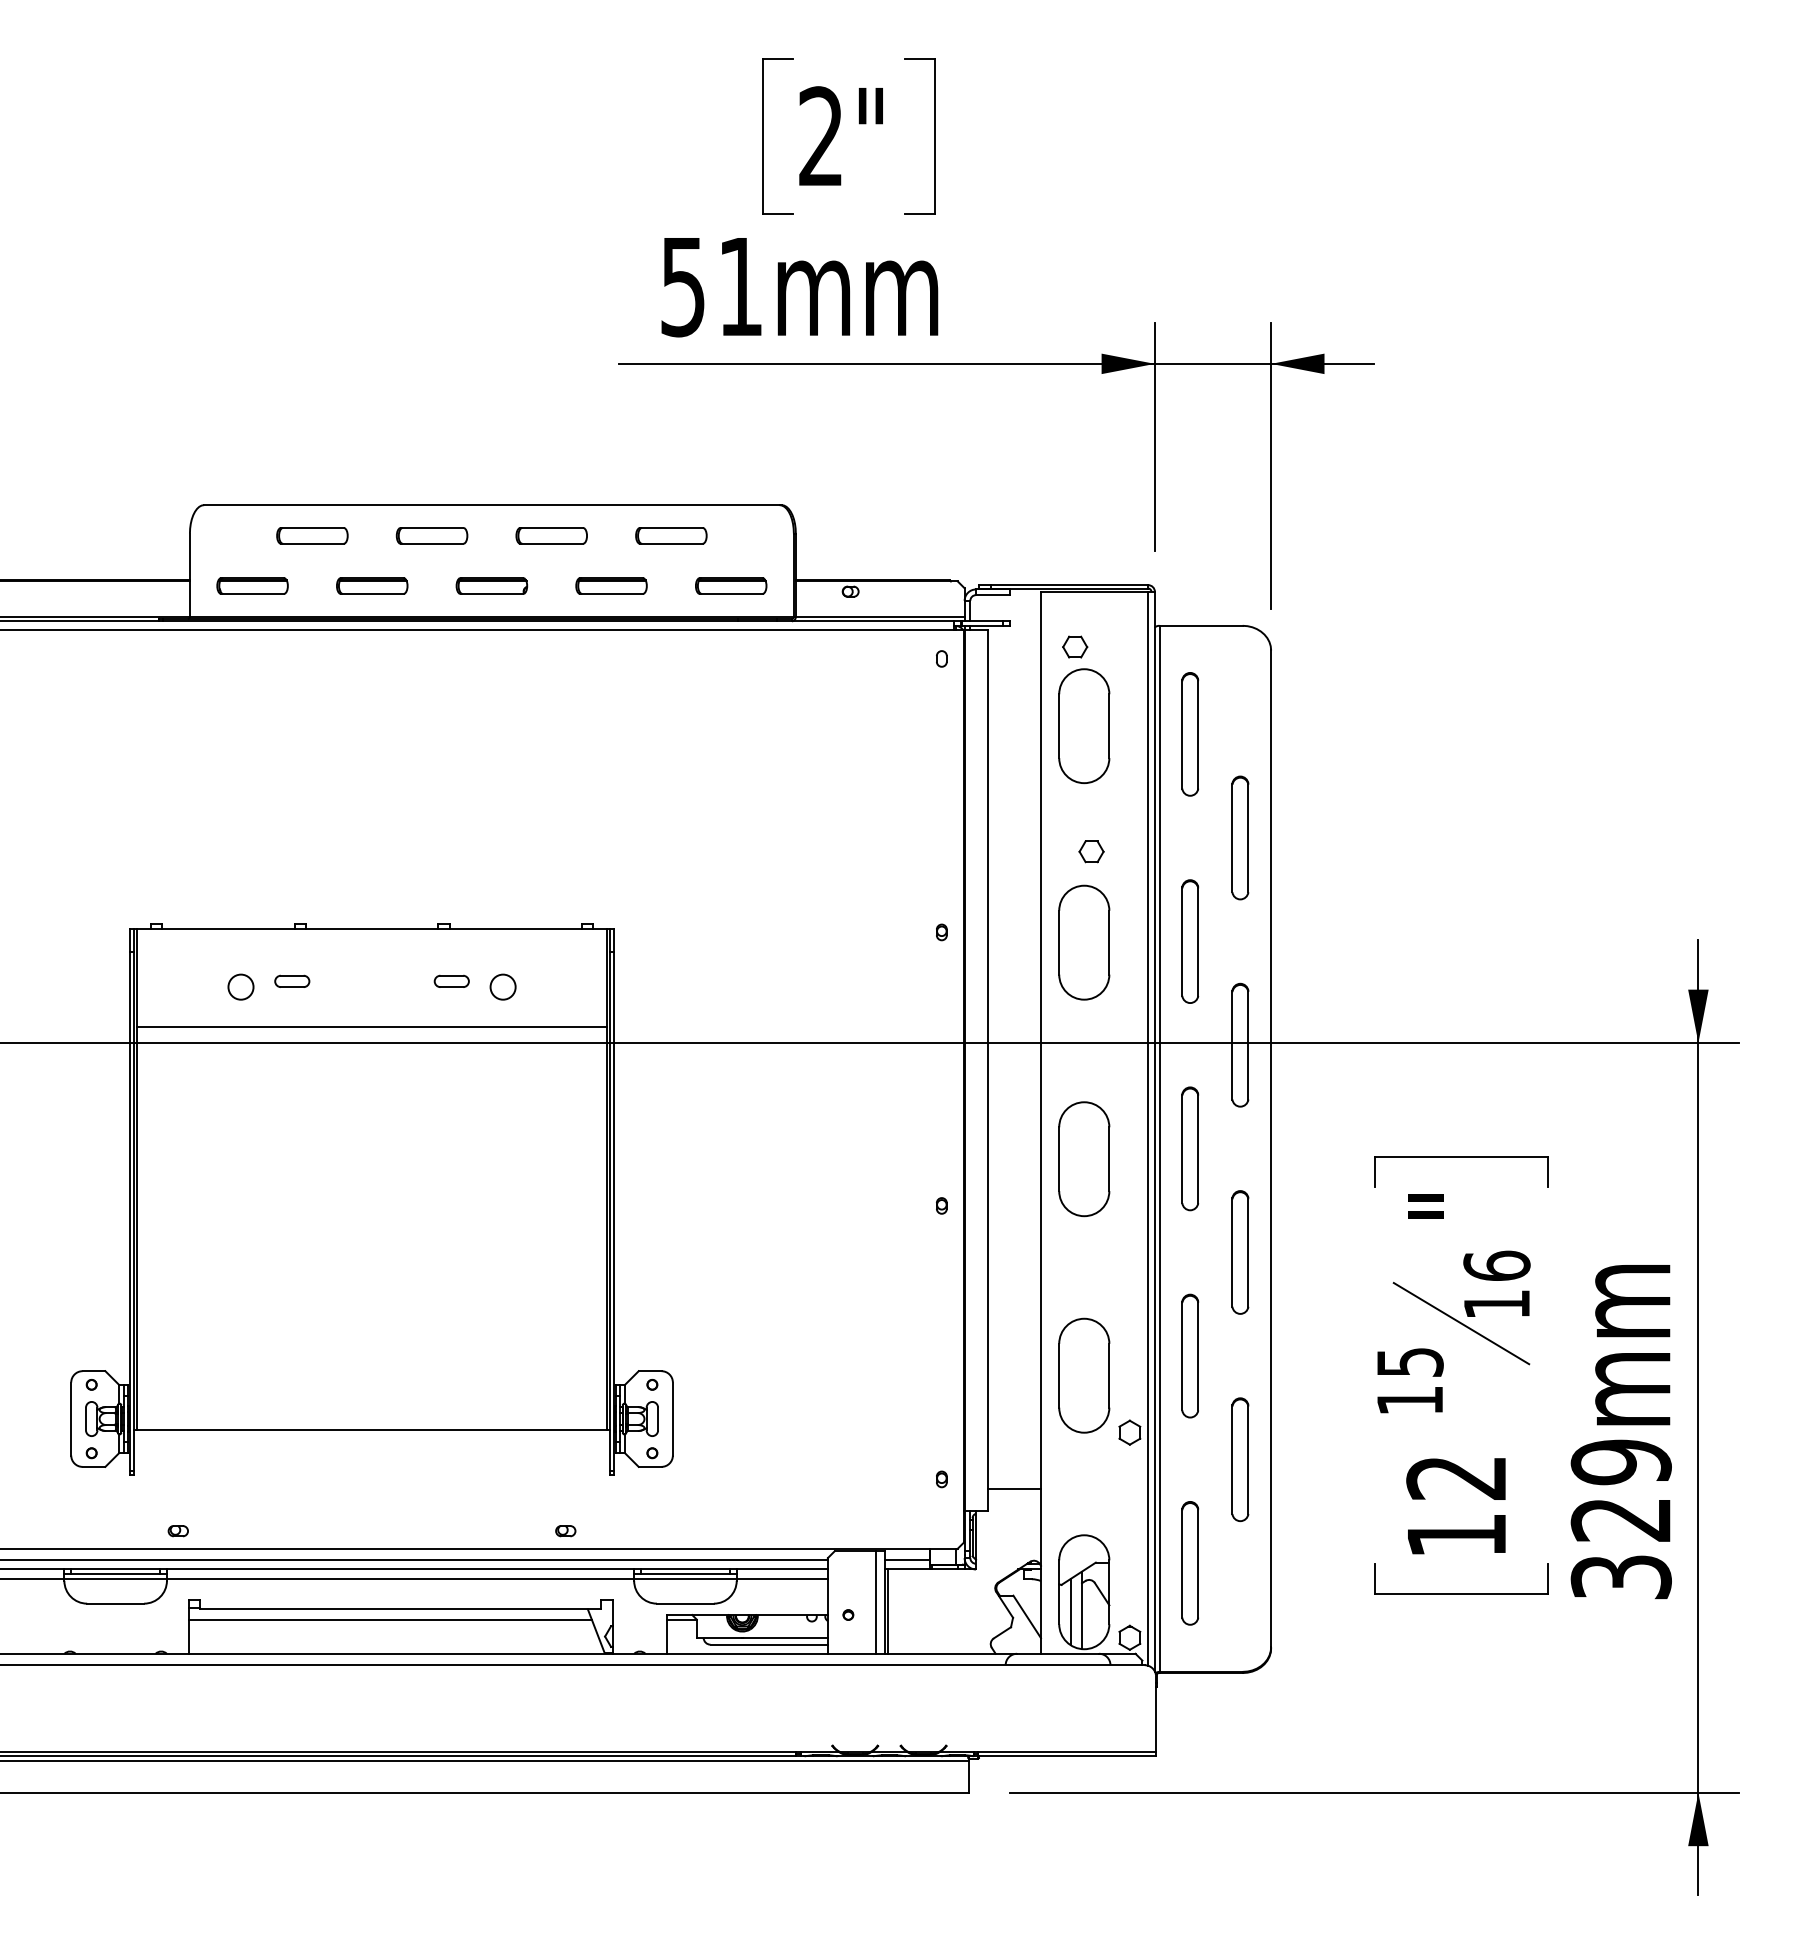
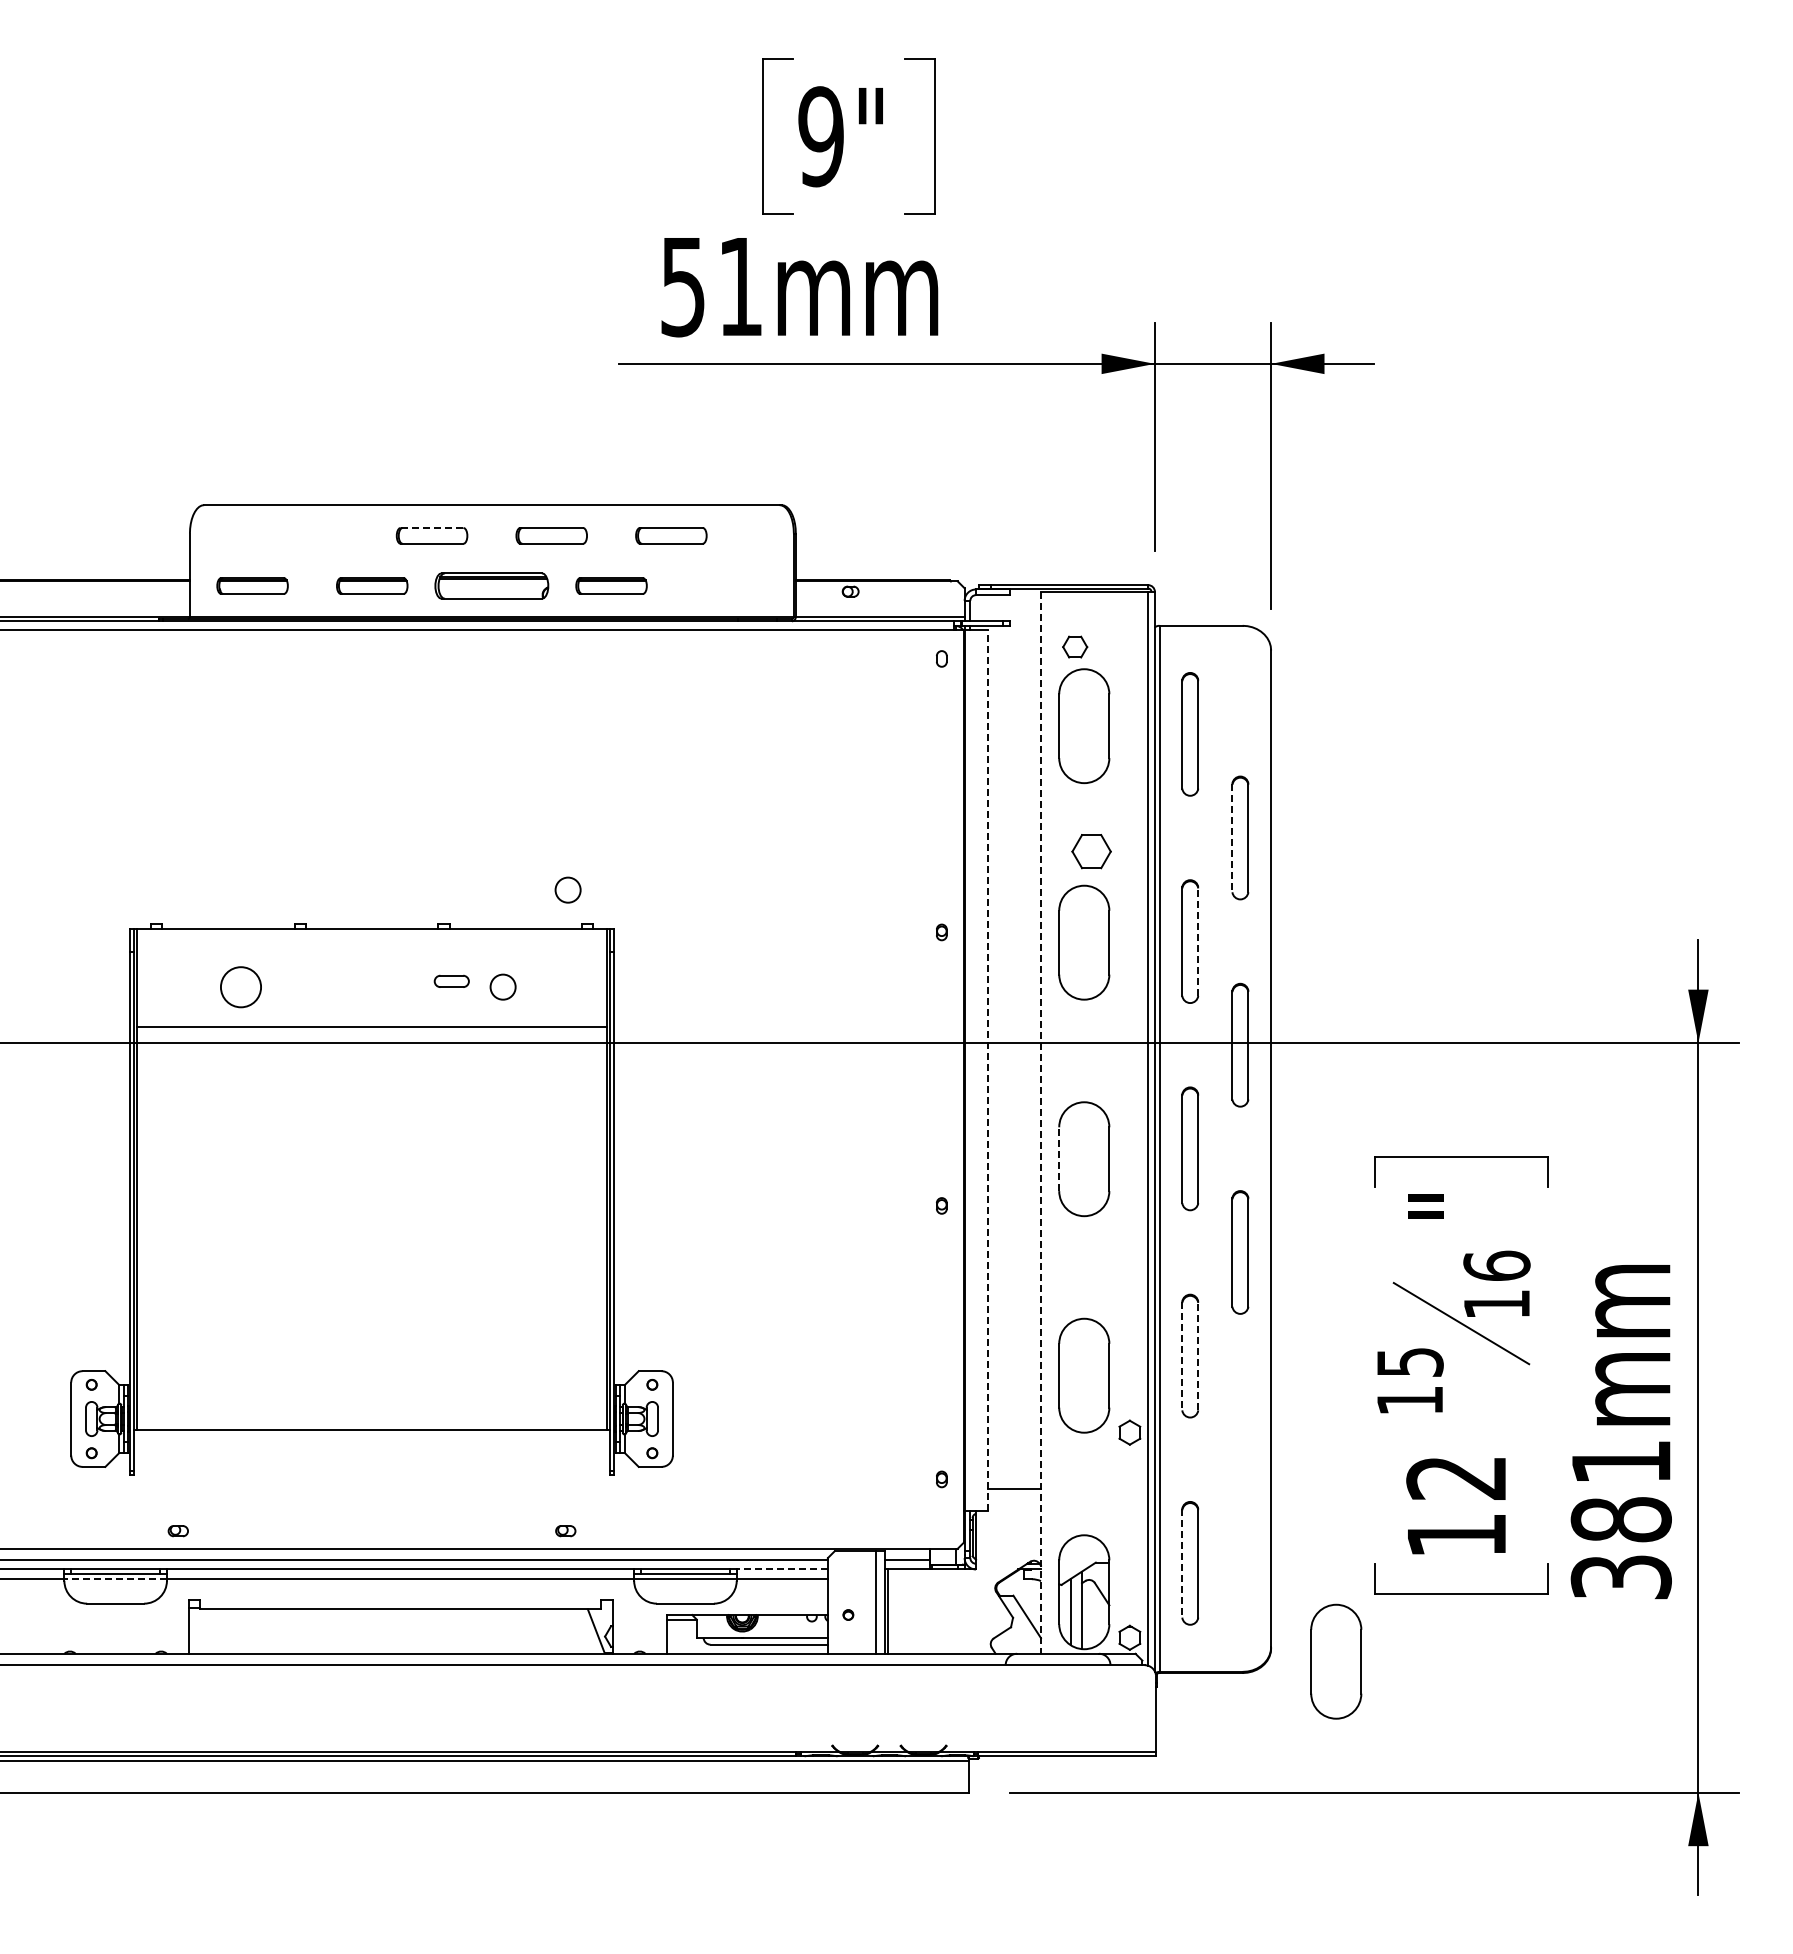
text at (820, 136): 2" -> 9"
line at (431, 527): solid -> dashed
part at (312, 535): present -> none
part at (491, 585) size: 74x18 px -> 116x28 px
part at (731, 585): present -> none
line at (1232, 838): solid -> dashed
part at (1091, 851) size: 27x24 px -> 41x36 px
circle at (567, 889): none -> present
line at (1198, 941): solid -> dashed
part at (292, 980): present -> none
circle at (240, 986) size: 28x28 px -> 42x43 px
line at (987, 1070): solid -> dashed
line at (1040, 1122): solid -> dashed
line at (1059, 1159): solid -> dashed
line at (1198, 1355): solid -> dashed
line at (1182, 1356): solid -> dashed
part at (1240, 1459): present -> none
text at (1620, 1490): 329mm -> 381mm
line at (1182, 1563): solid -> dashed
line at (782, 1569): solid -> dashed
line at (115, 1578): solid -> dashed
line at (389, 1619): present -> none
part at (1336, 1661): none -> present
